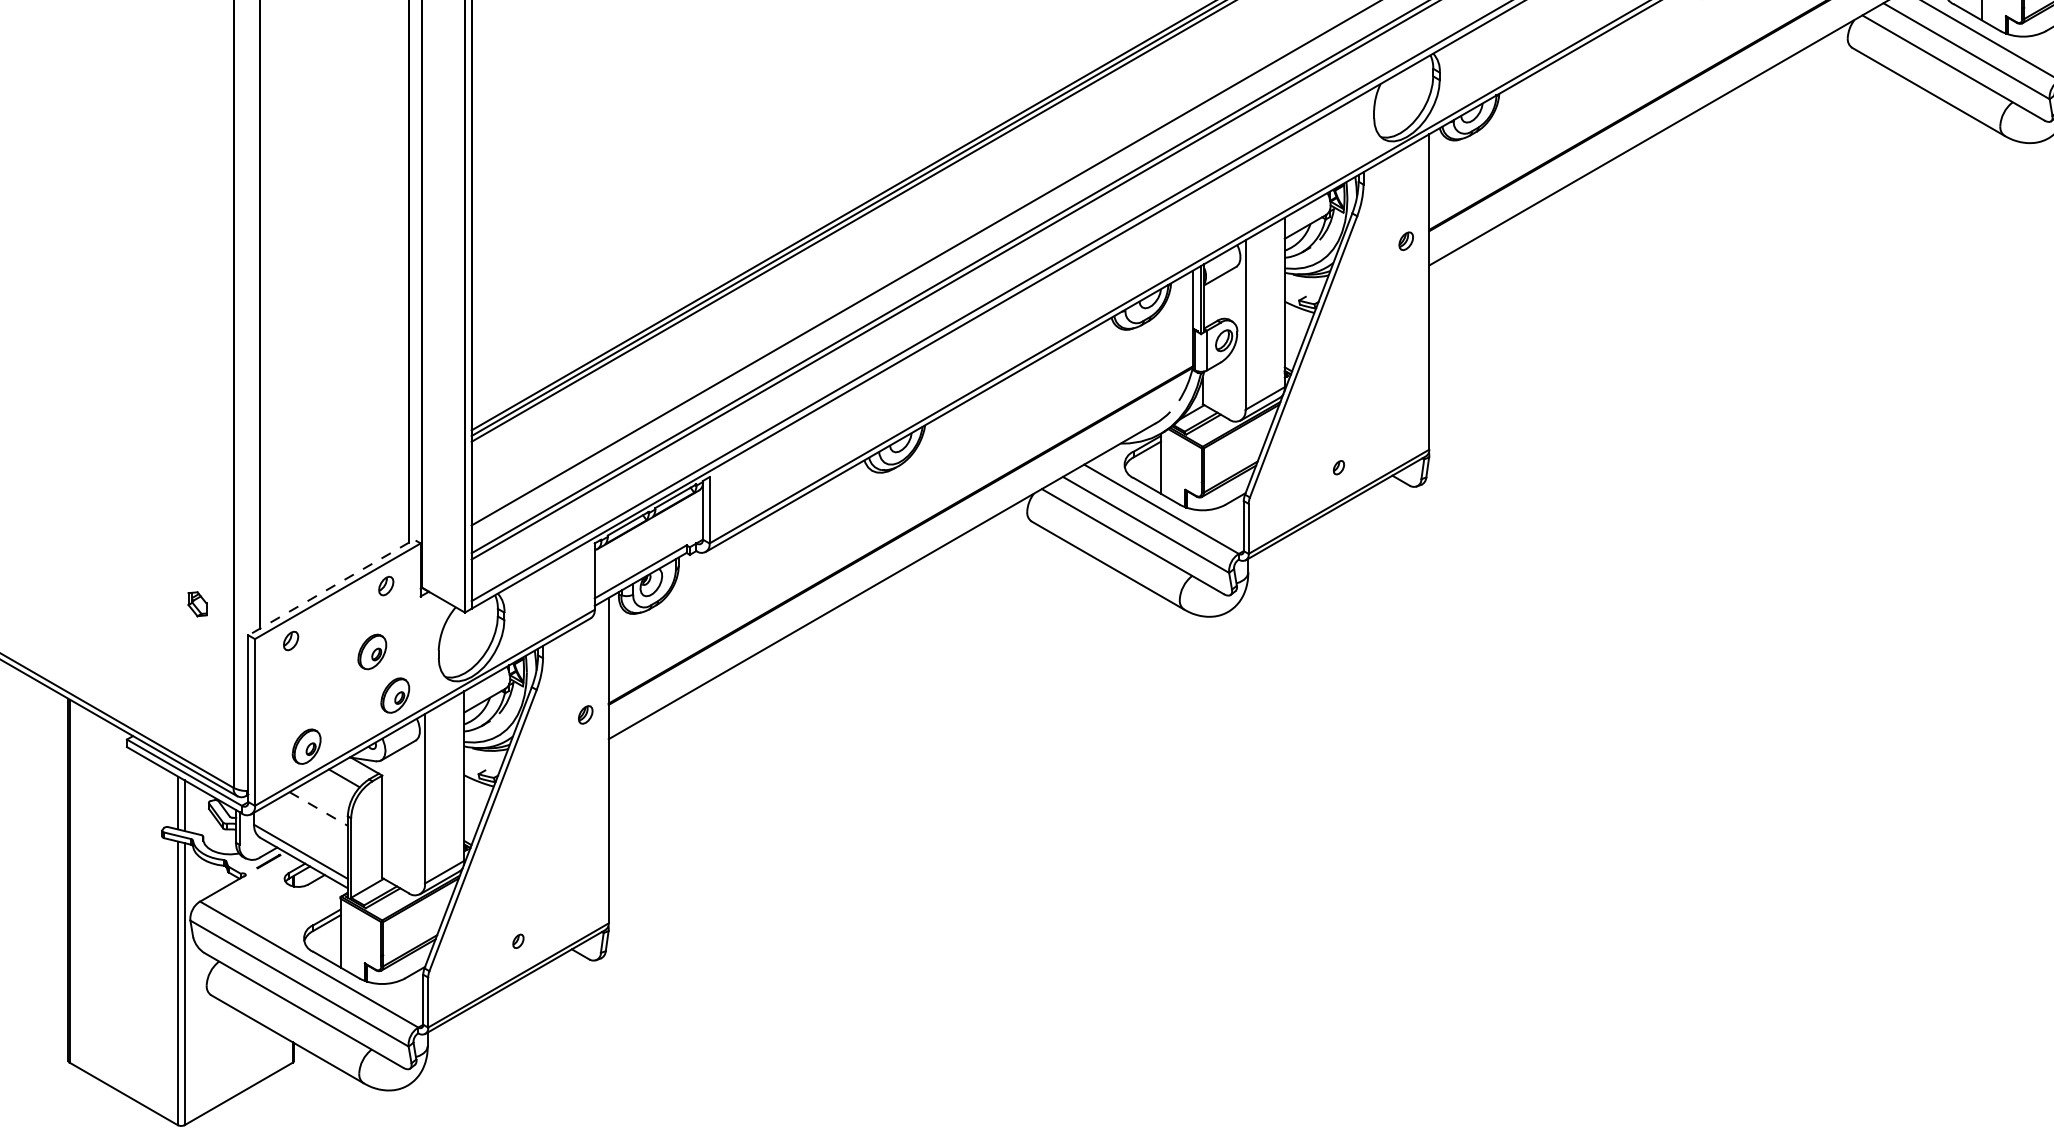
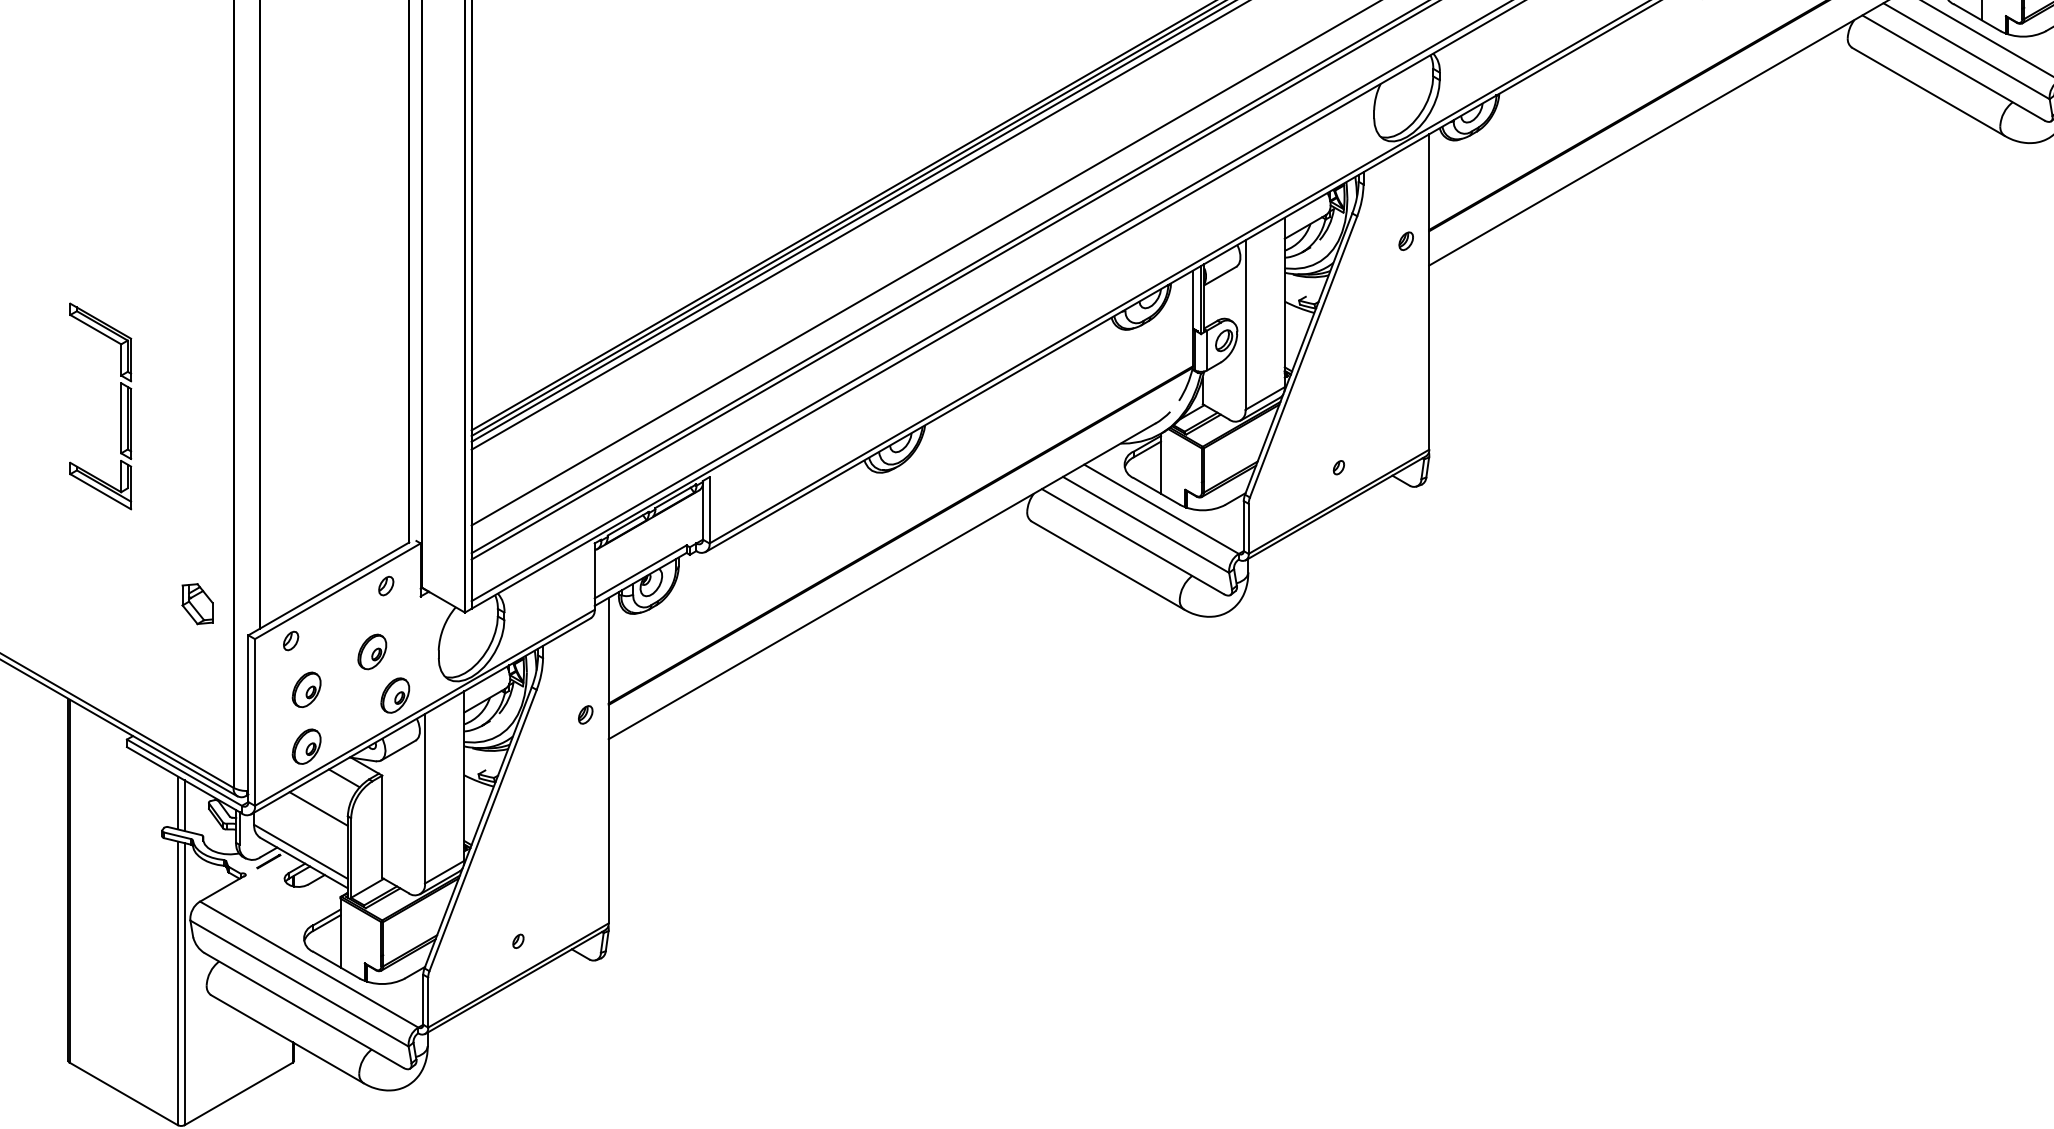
line at (858, 225): none -> present
part at (120, 406): none -> present
line at (328, 588): dashed -> solid
part at (197, 604) size: 21x27 px -> 33x43 px
part at (306, 689): none -> present
line at (318, 809): dashed -> solid
